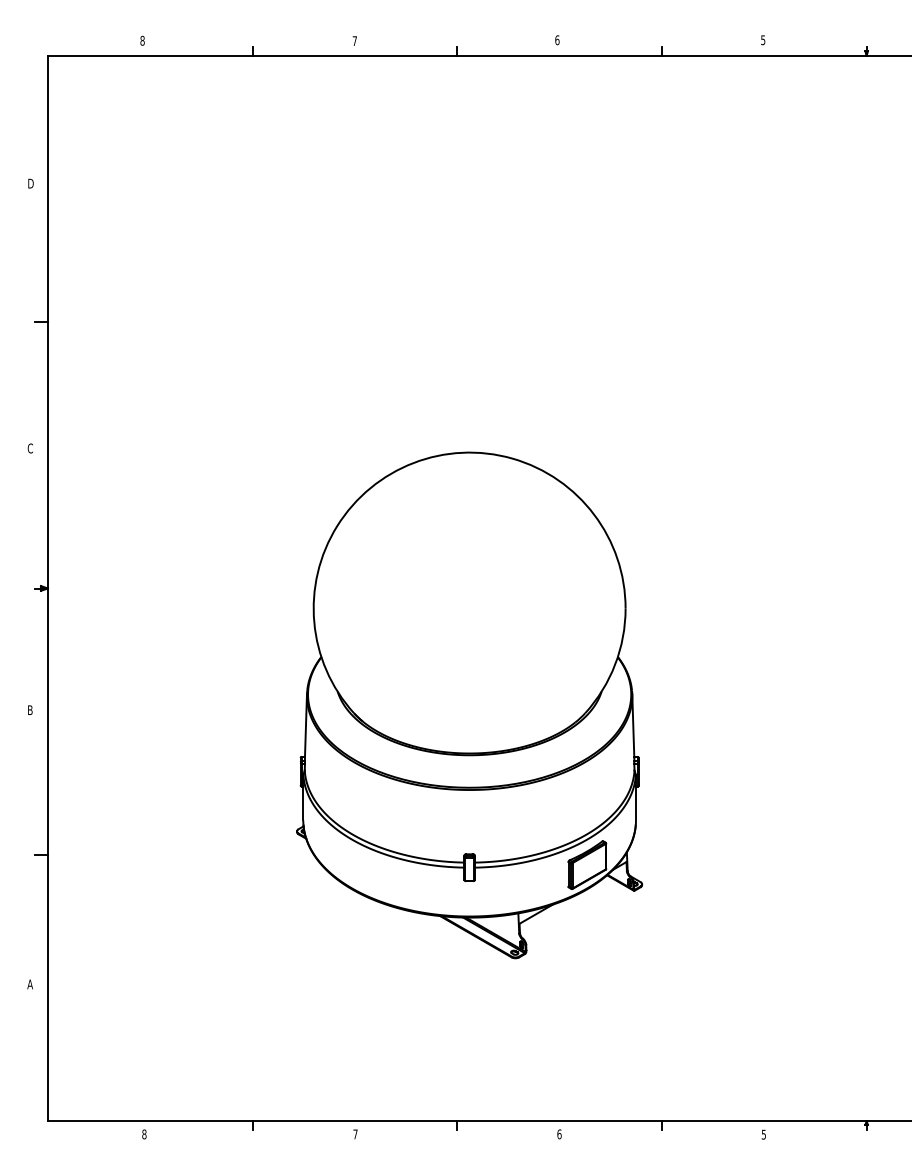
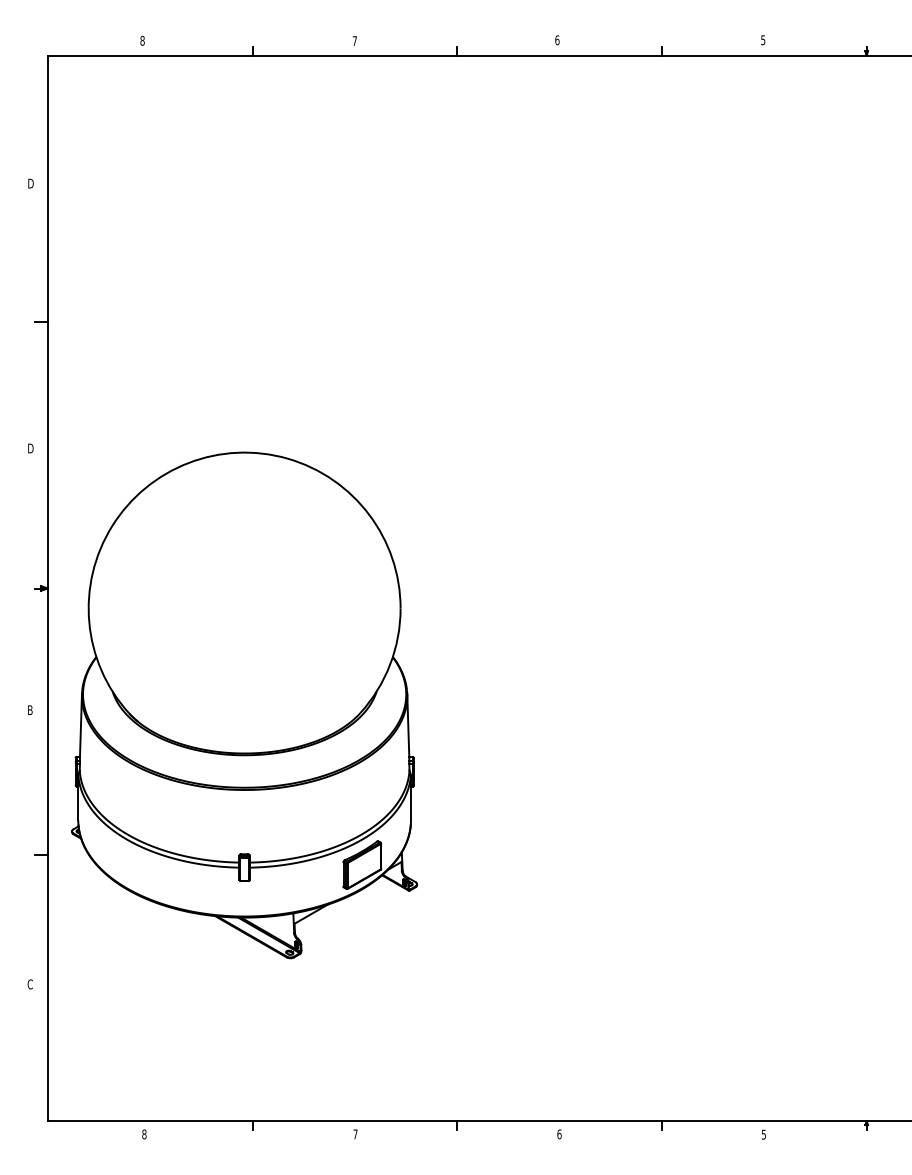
text at (30, 448): C -> D
part at (469, 705) position: (469, 705) -> (244, 705)
text at (29, 984): A -> C
